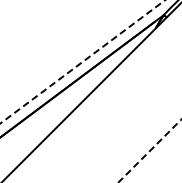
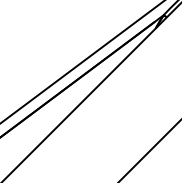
line at (82, 61): dashed -> solid
line at (149, 150): dashed -> solid
